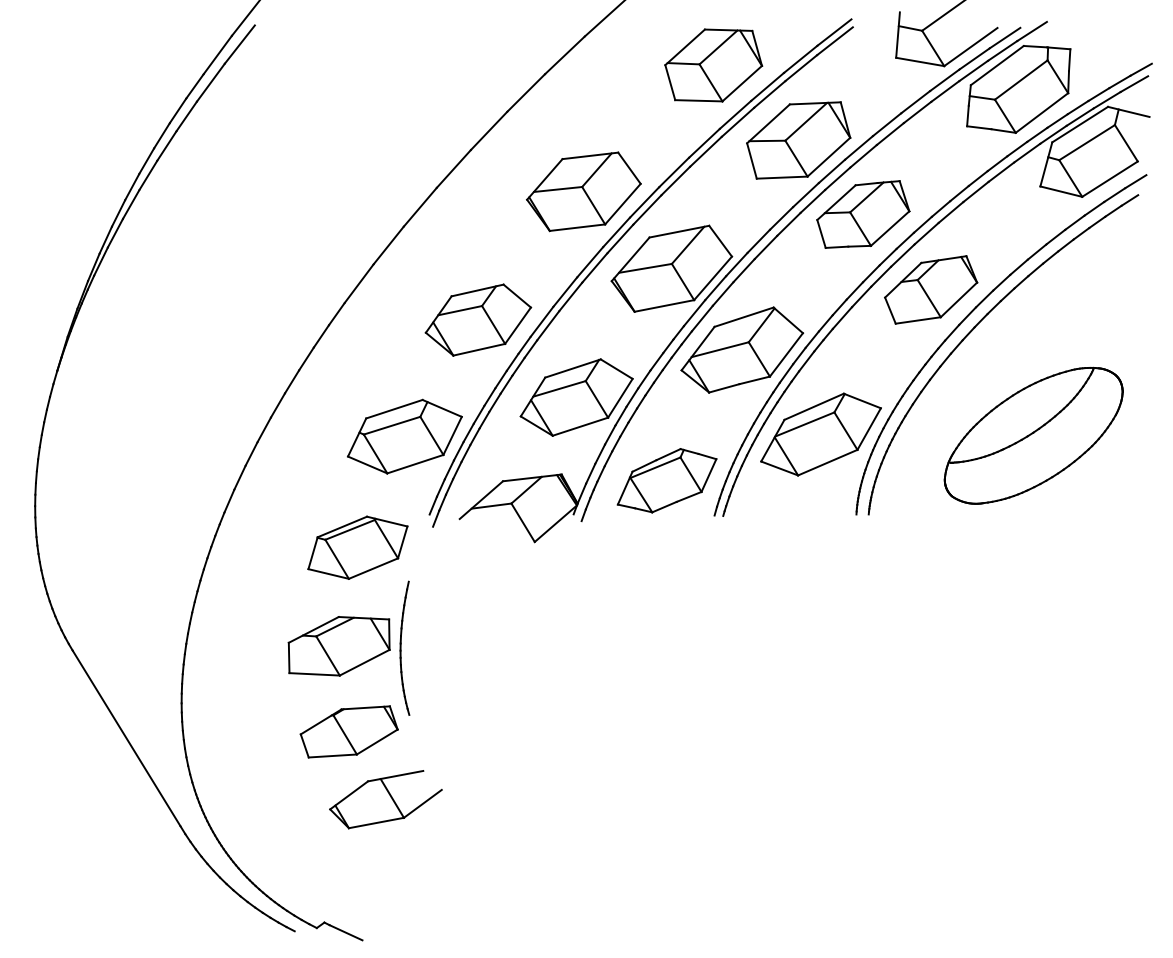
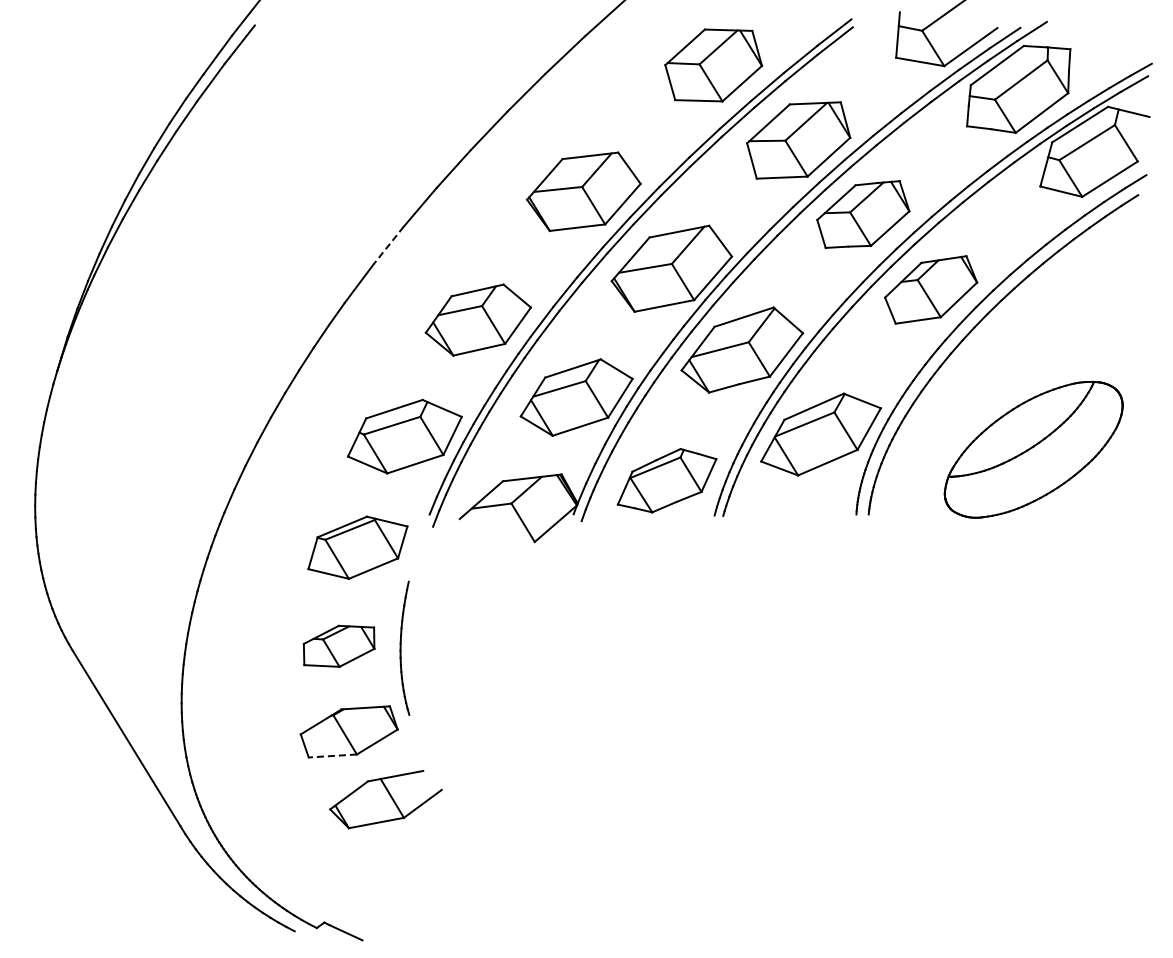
line at (388, 245): solid -> dashed
part at (1033, 435) position: (1033, 435) -> (1033, 449)
part at (338, 646) size: 104x61 px -> 74x44 px
line at (332, 756): solid -> dashed
